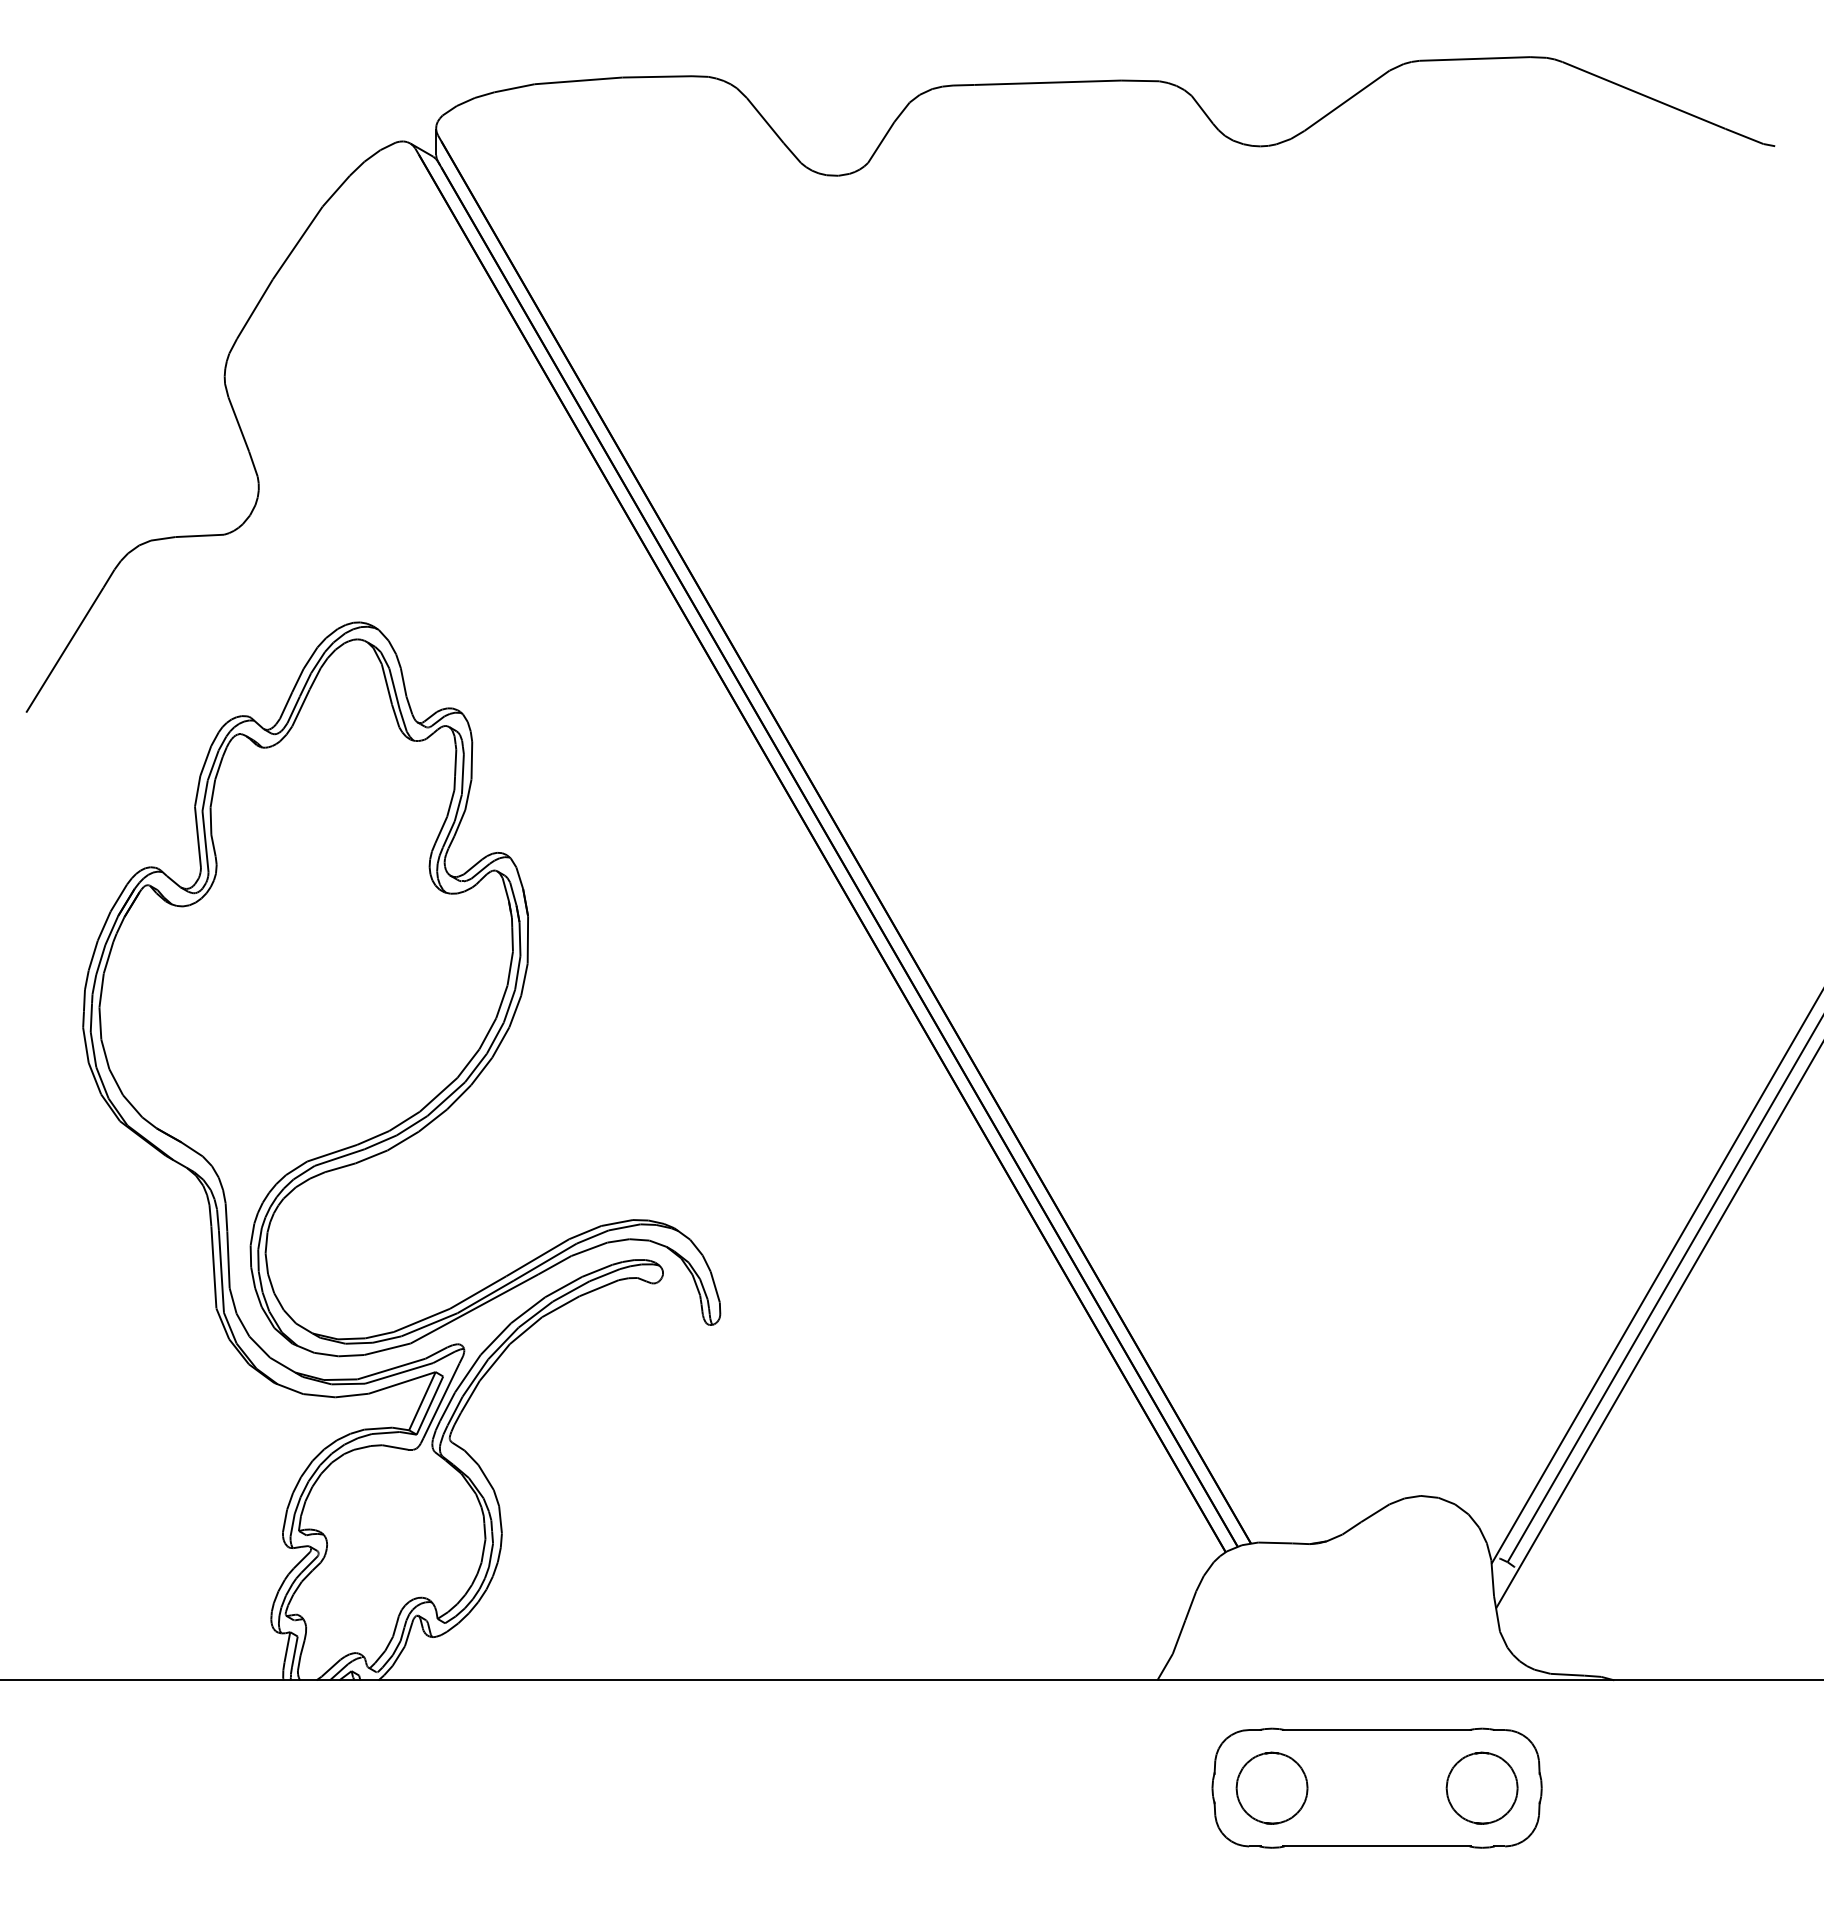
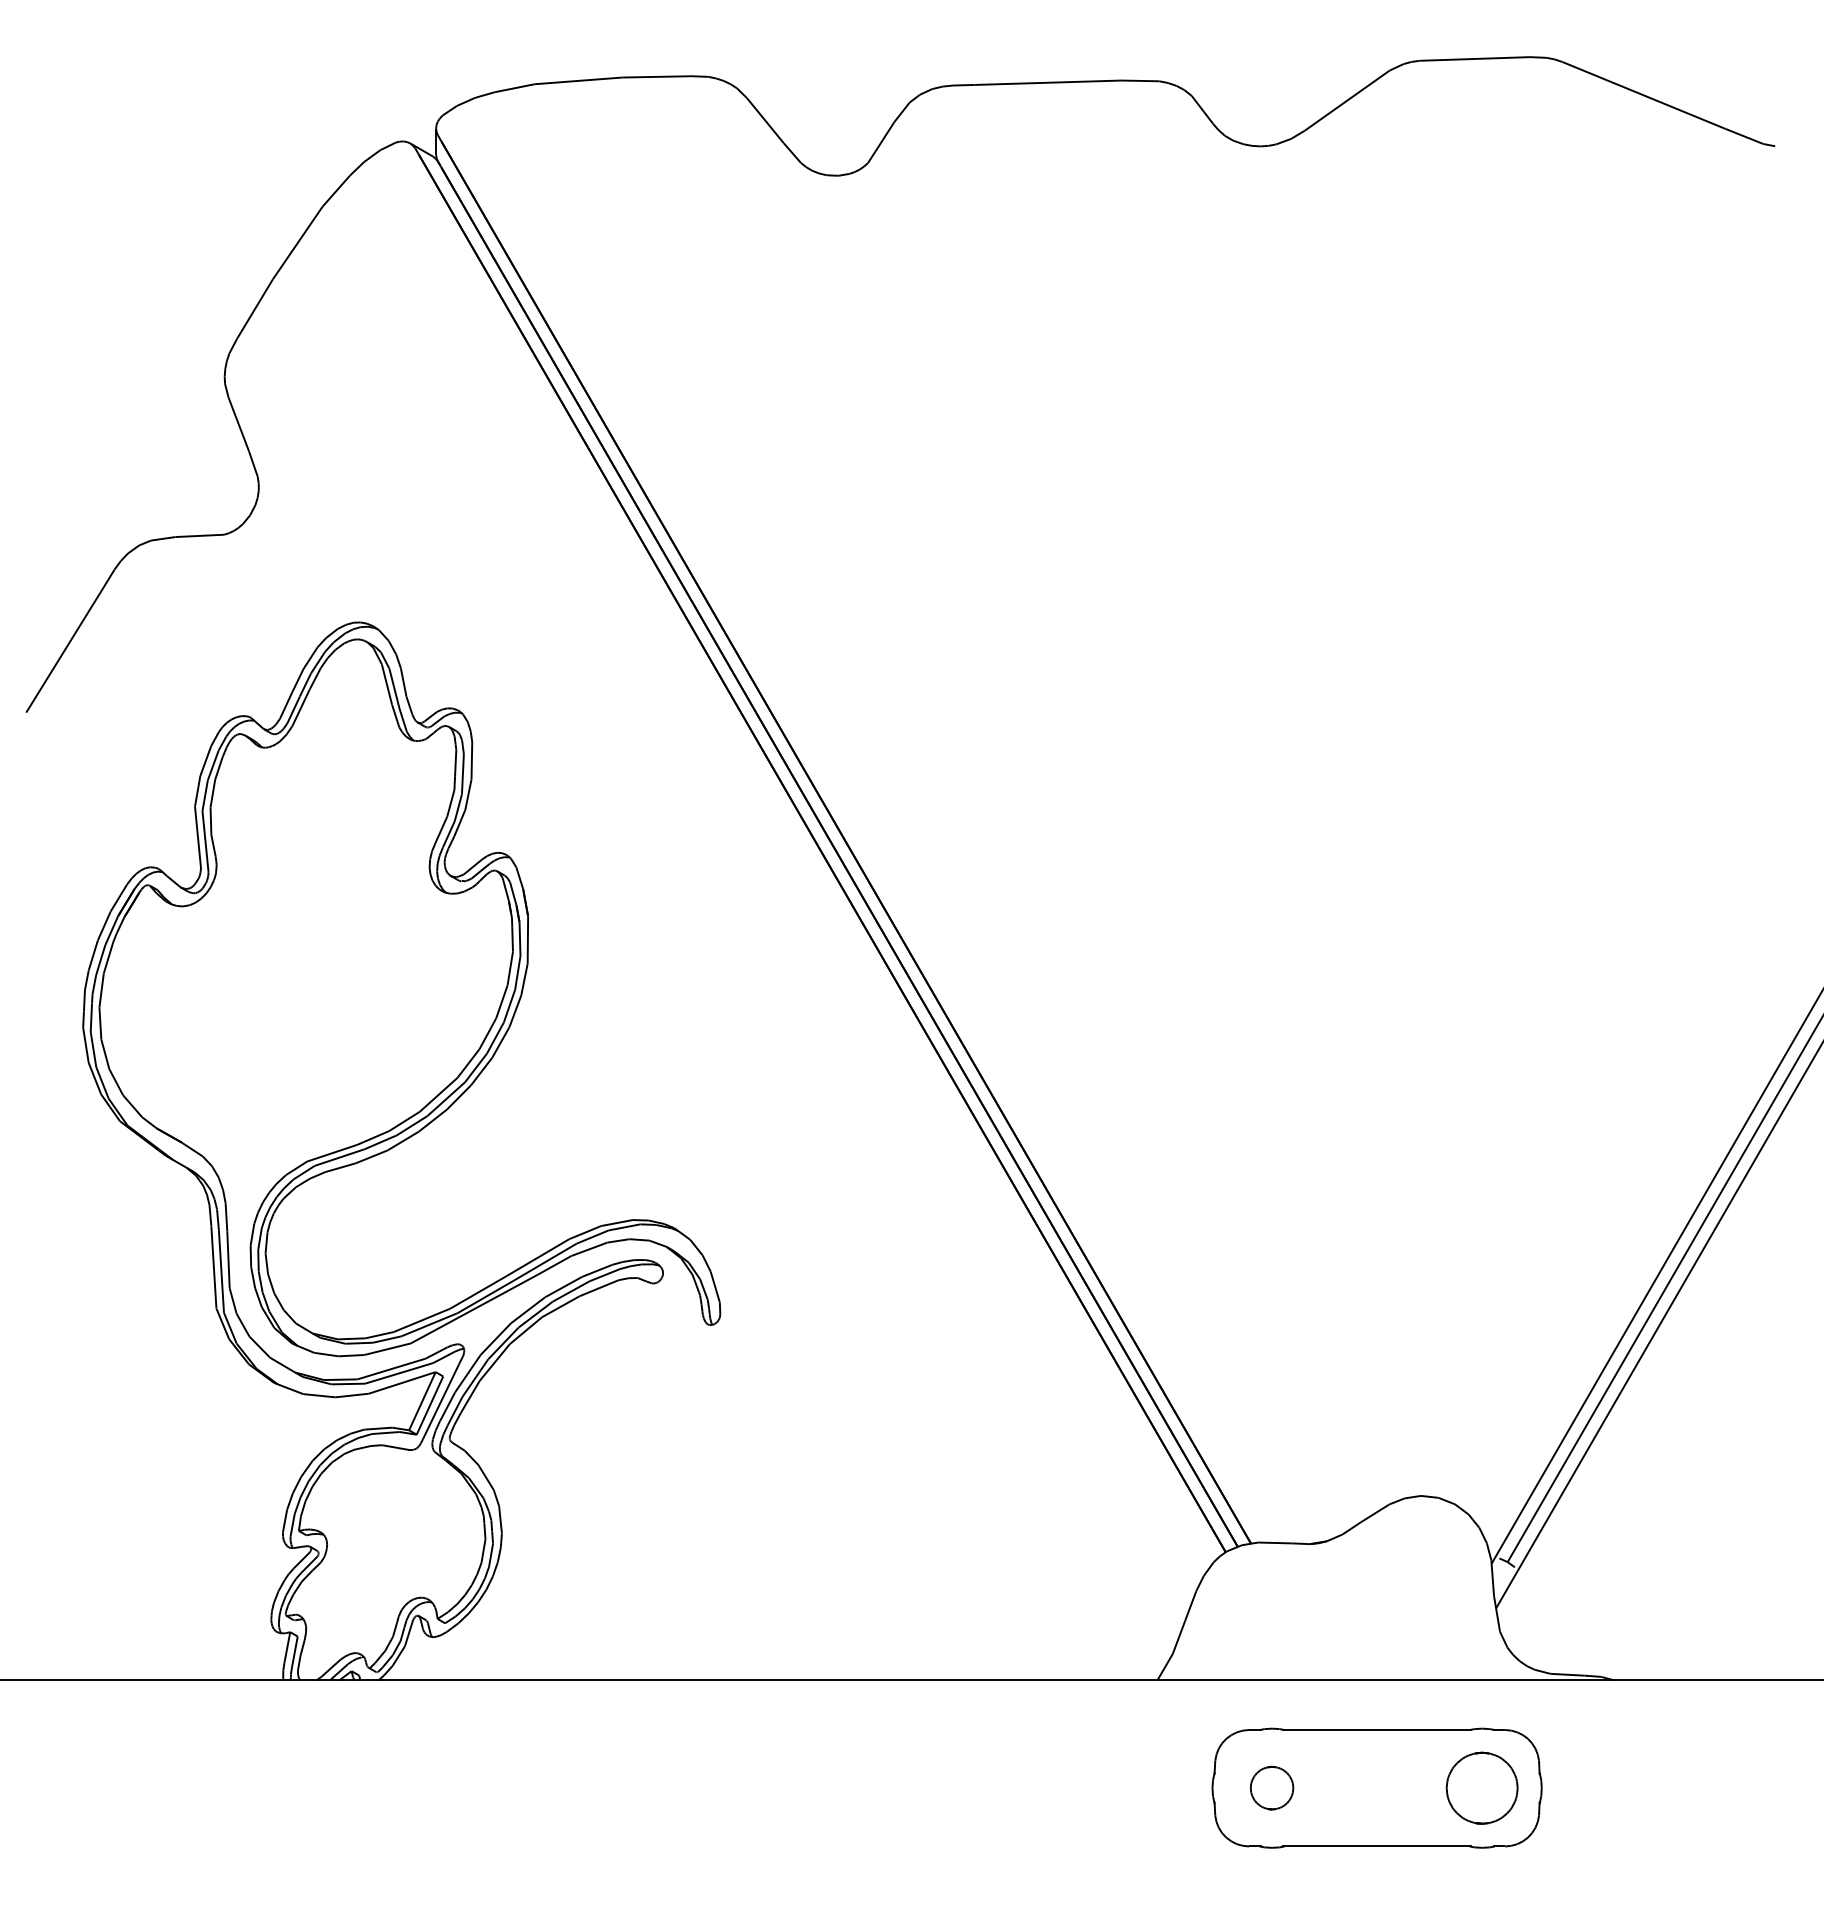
part at (1271, 1787) size: 74x74 px -> 46x46 px
